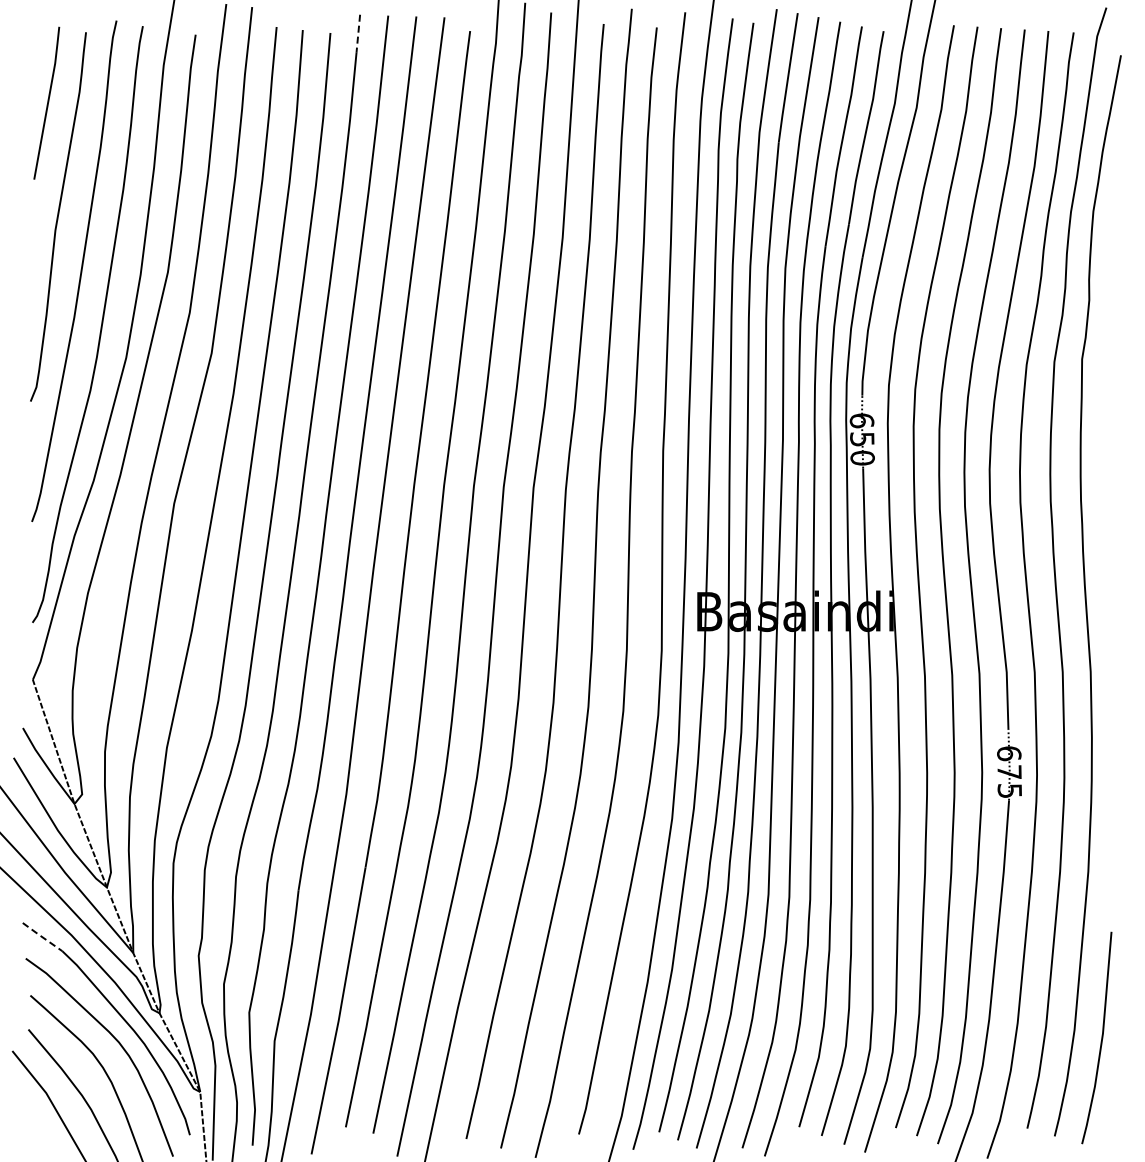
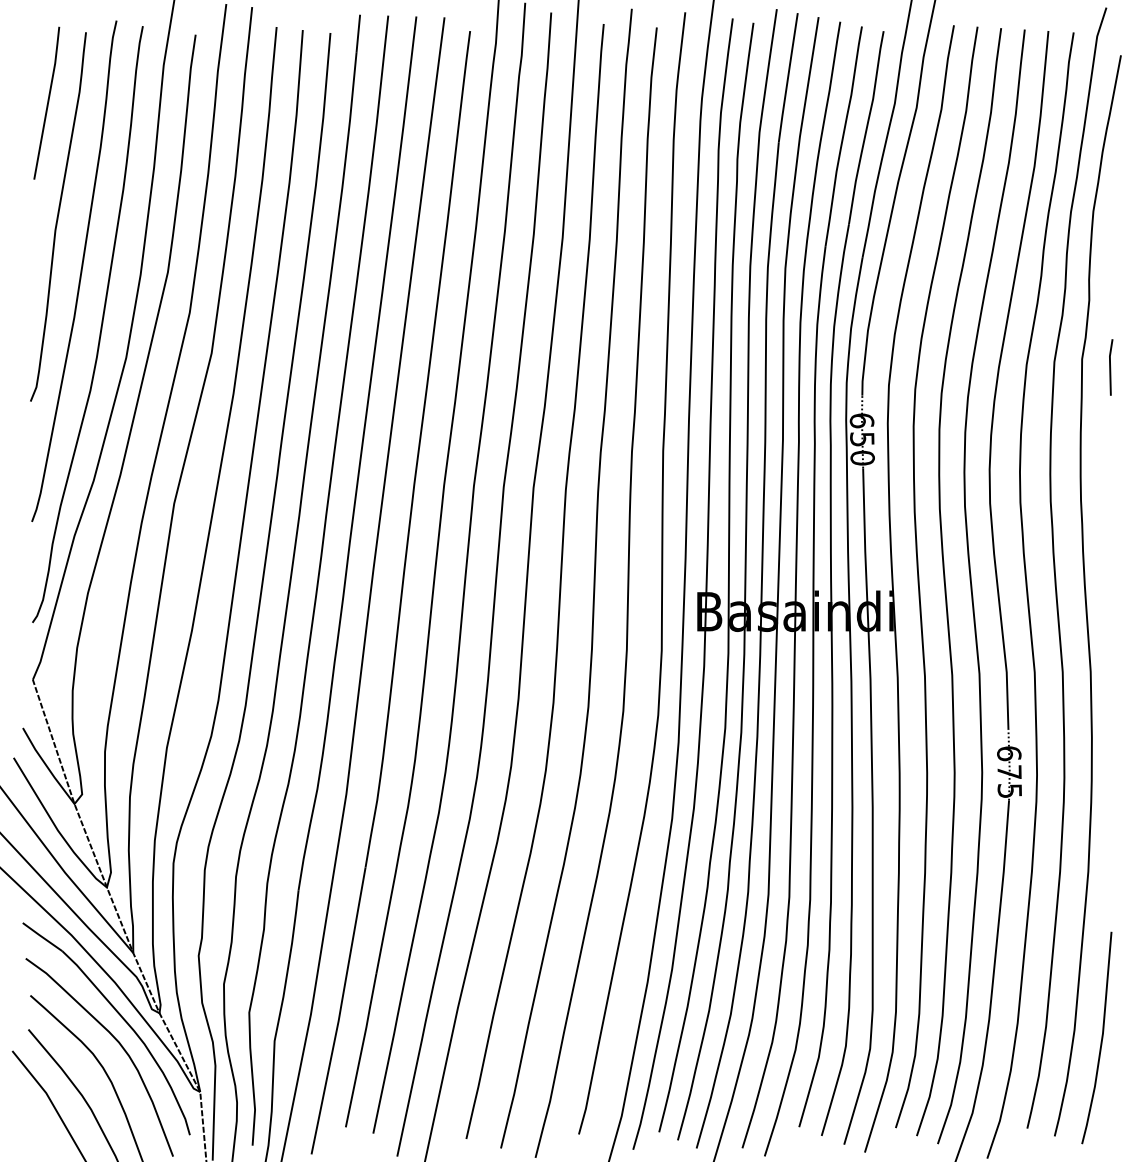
line at (358, 34): dashed -> solid
line at (1111, 367): none -> present
line at (42, 937): dashed -> solid
